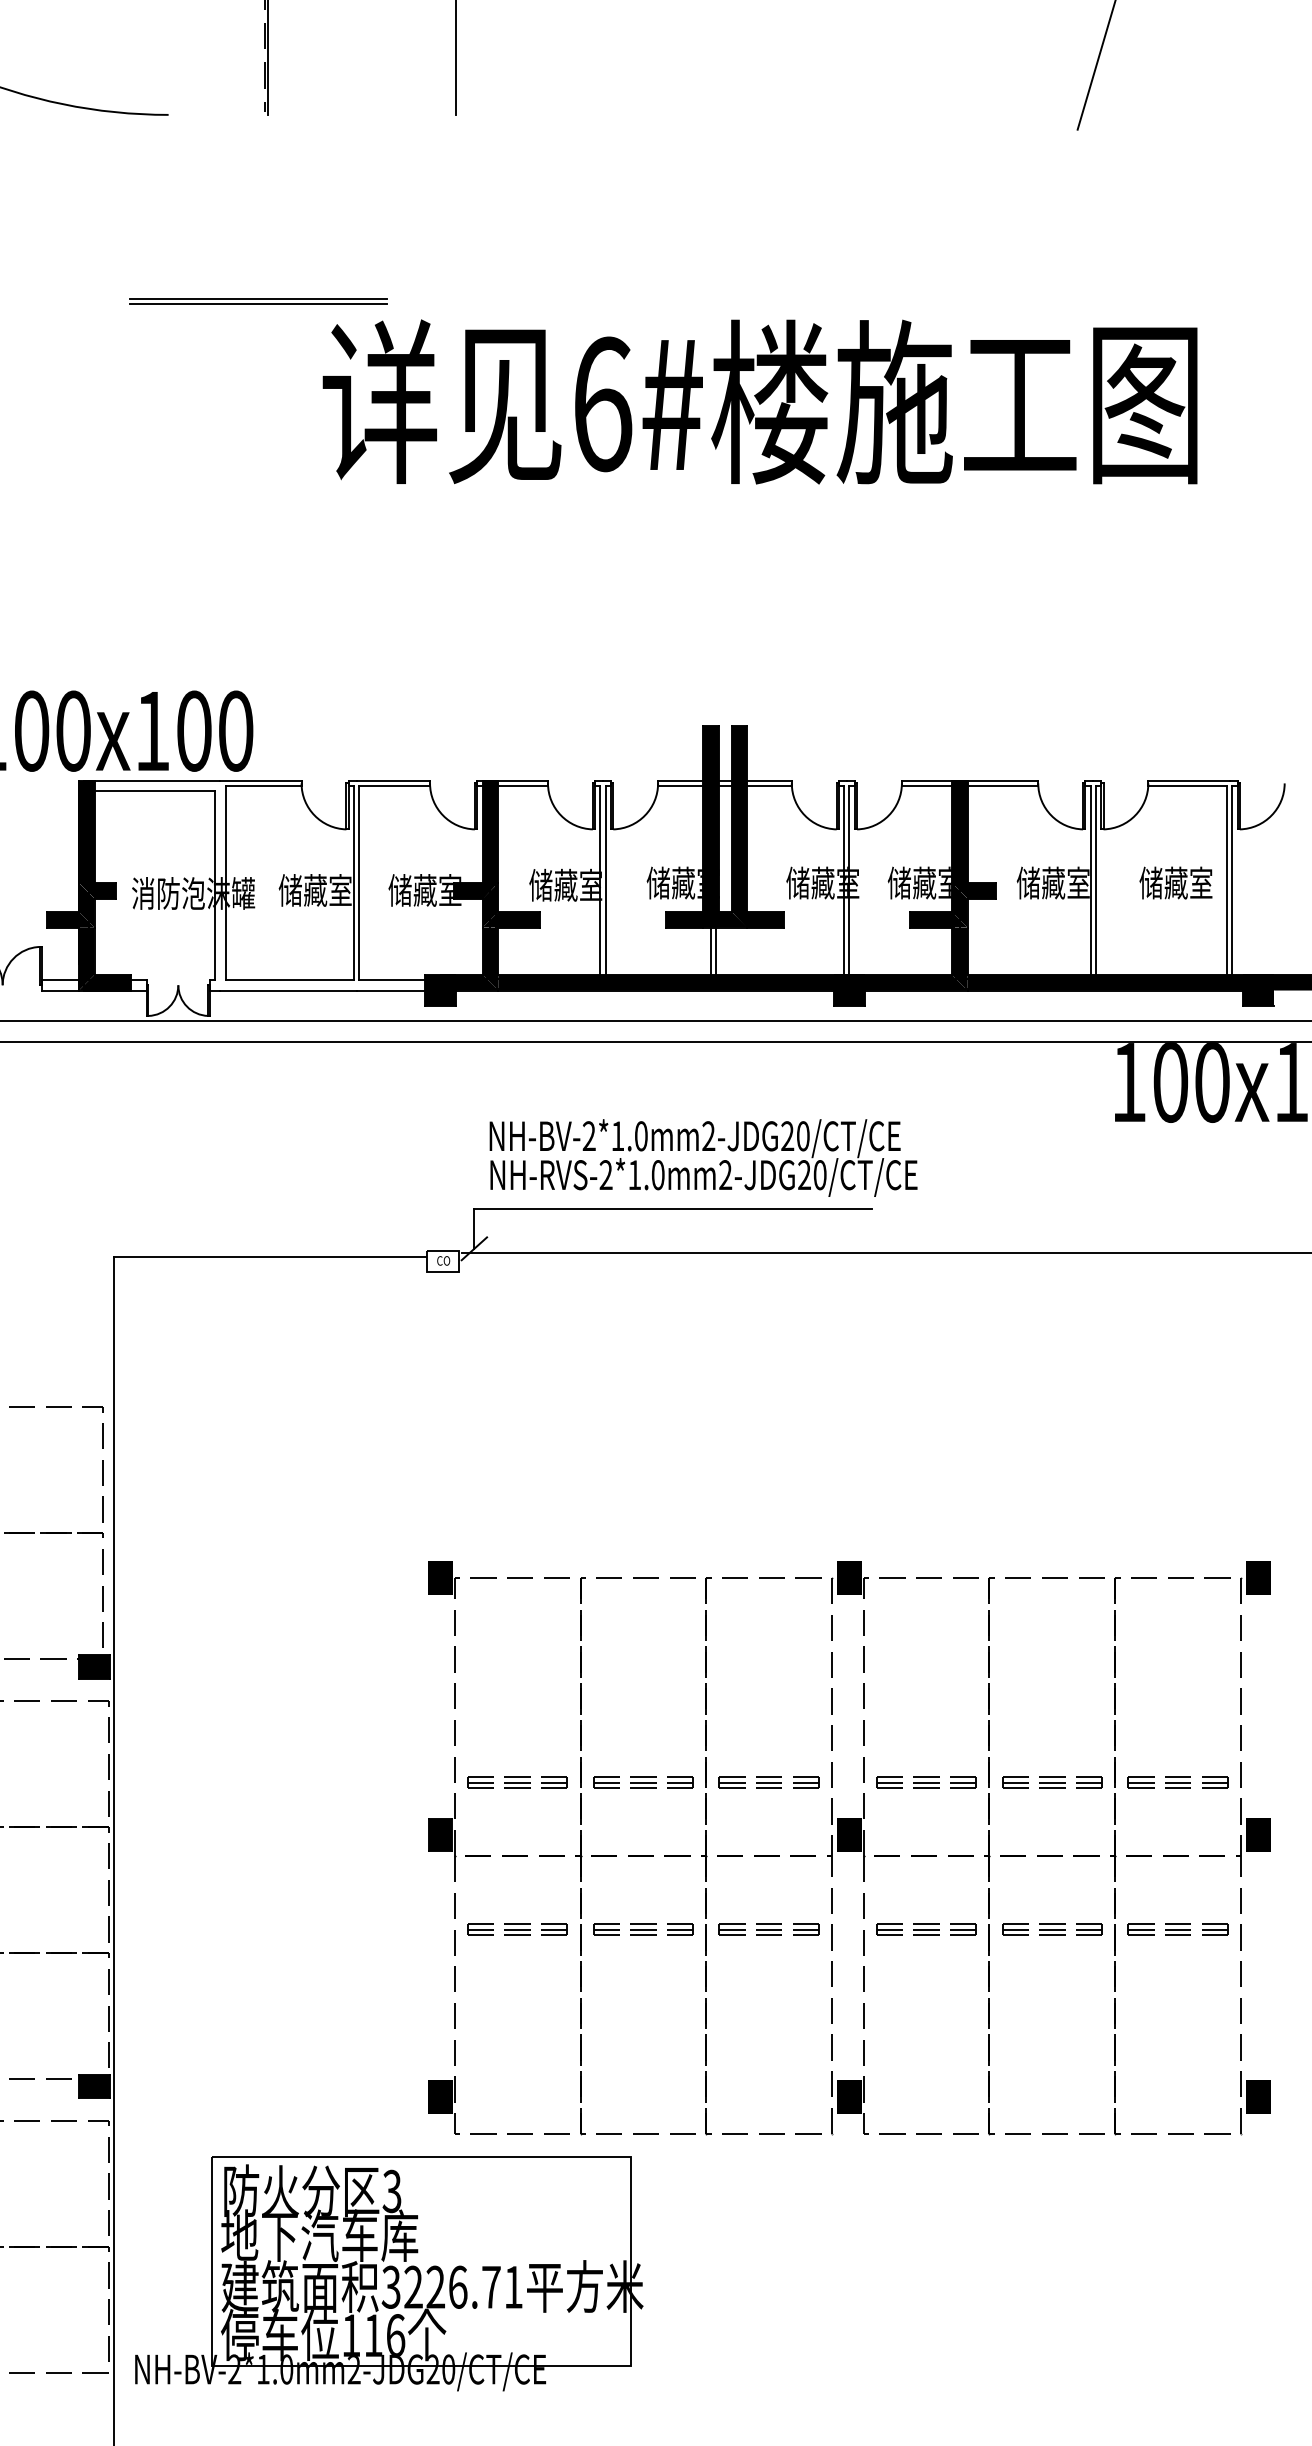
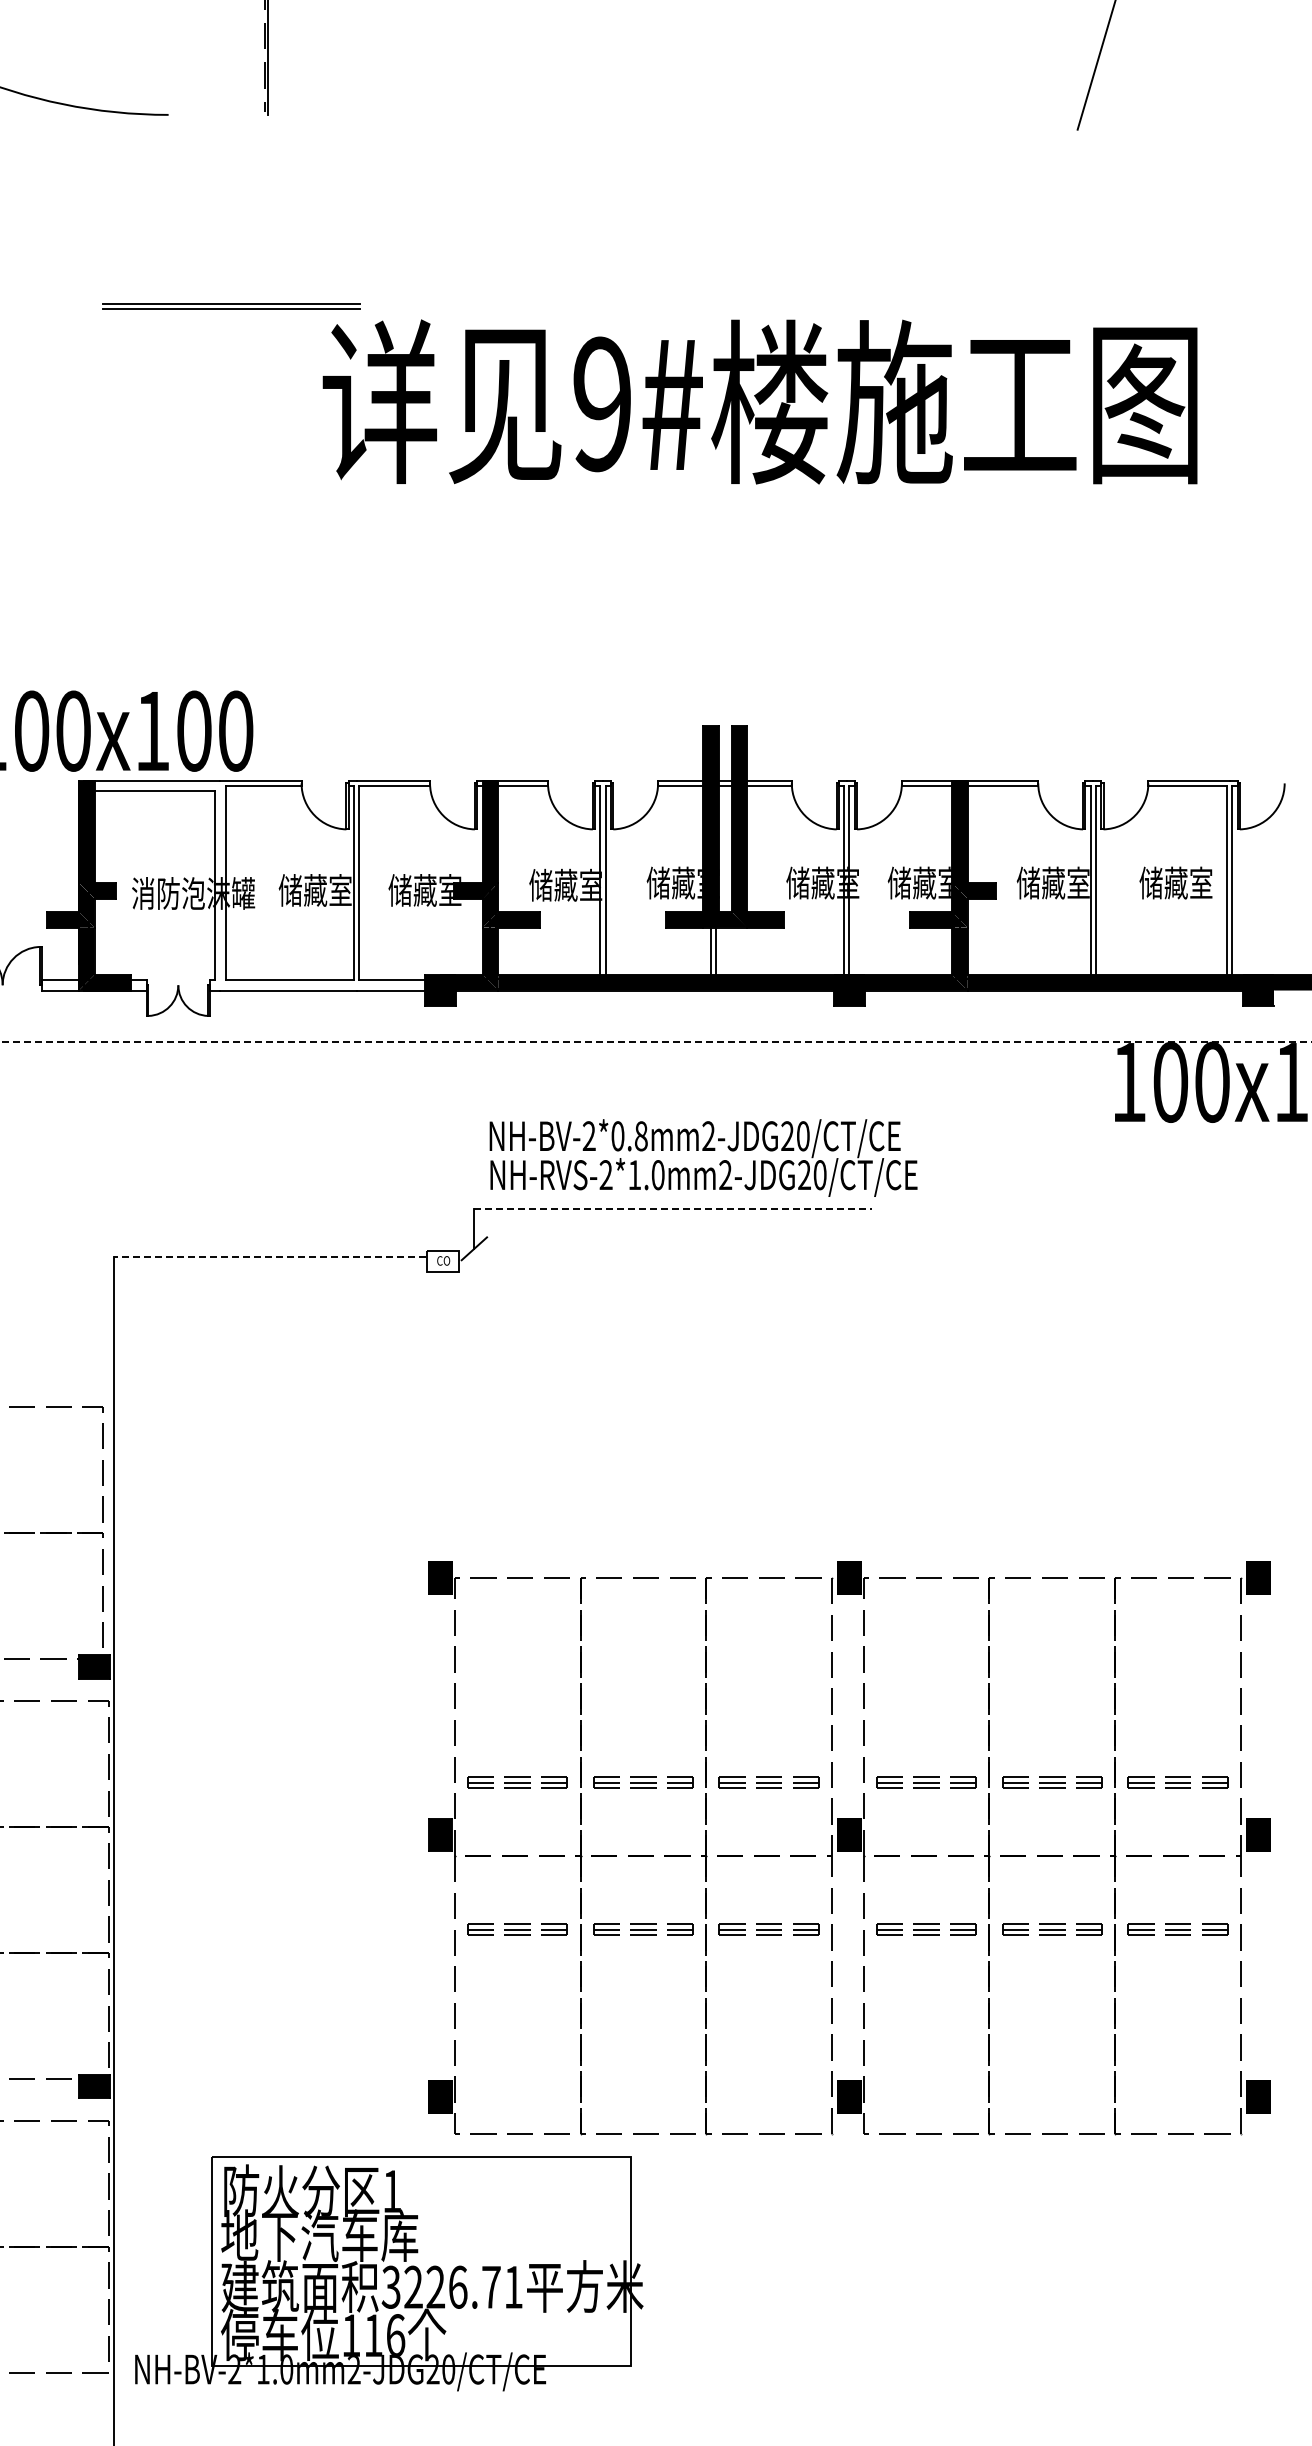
line at (456, 58): present -> none
part at (258, 301) position: (258, 301) -> (231, 306)
text at (602, 404): 6# -> 9#
line at (655, 1021): present -> none
line at (655, 1042): solid -> dashed
text at (629, 1136): NH-BV-2*1.0mm2-JDG20/CT/CE -> NH-BV-2*0.8mm2-JDG20/CT/CE
line at (673, 1209): solid -> dashed
line at (884, 1253): present -> none
line at (270, 1256): solid -> dashed
text at (391, 2191): 3 -> 1
